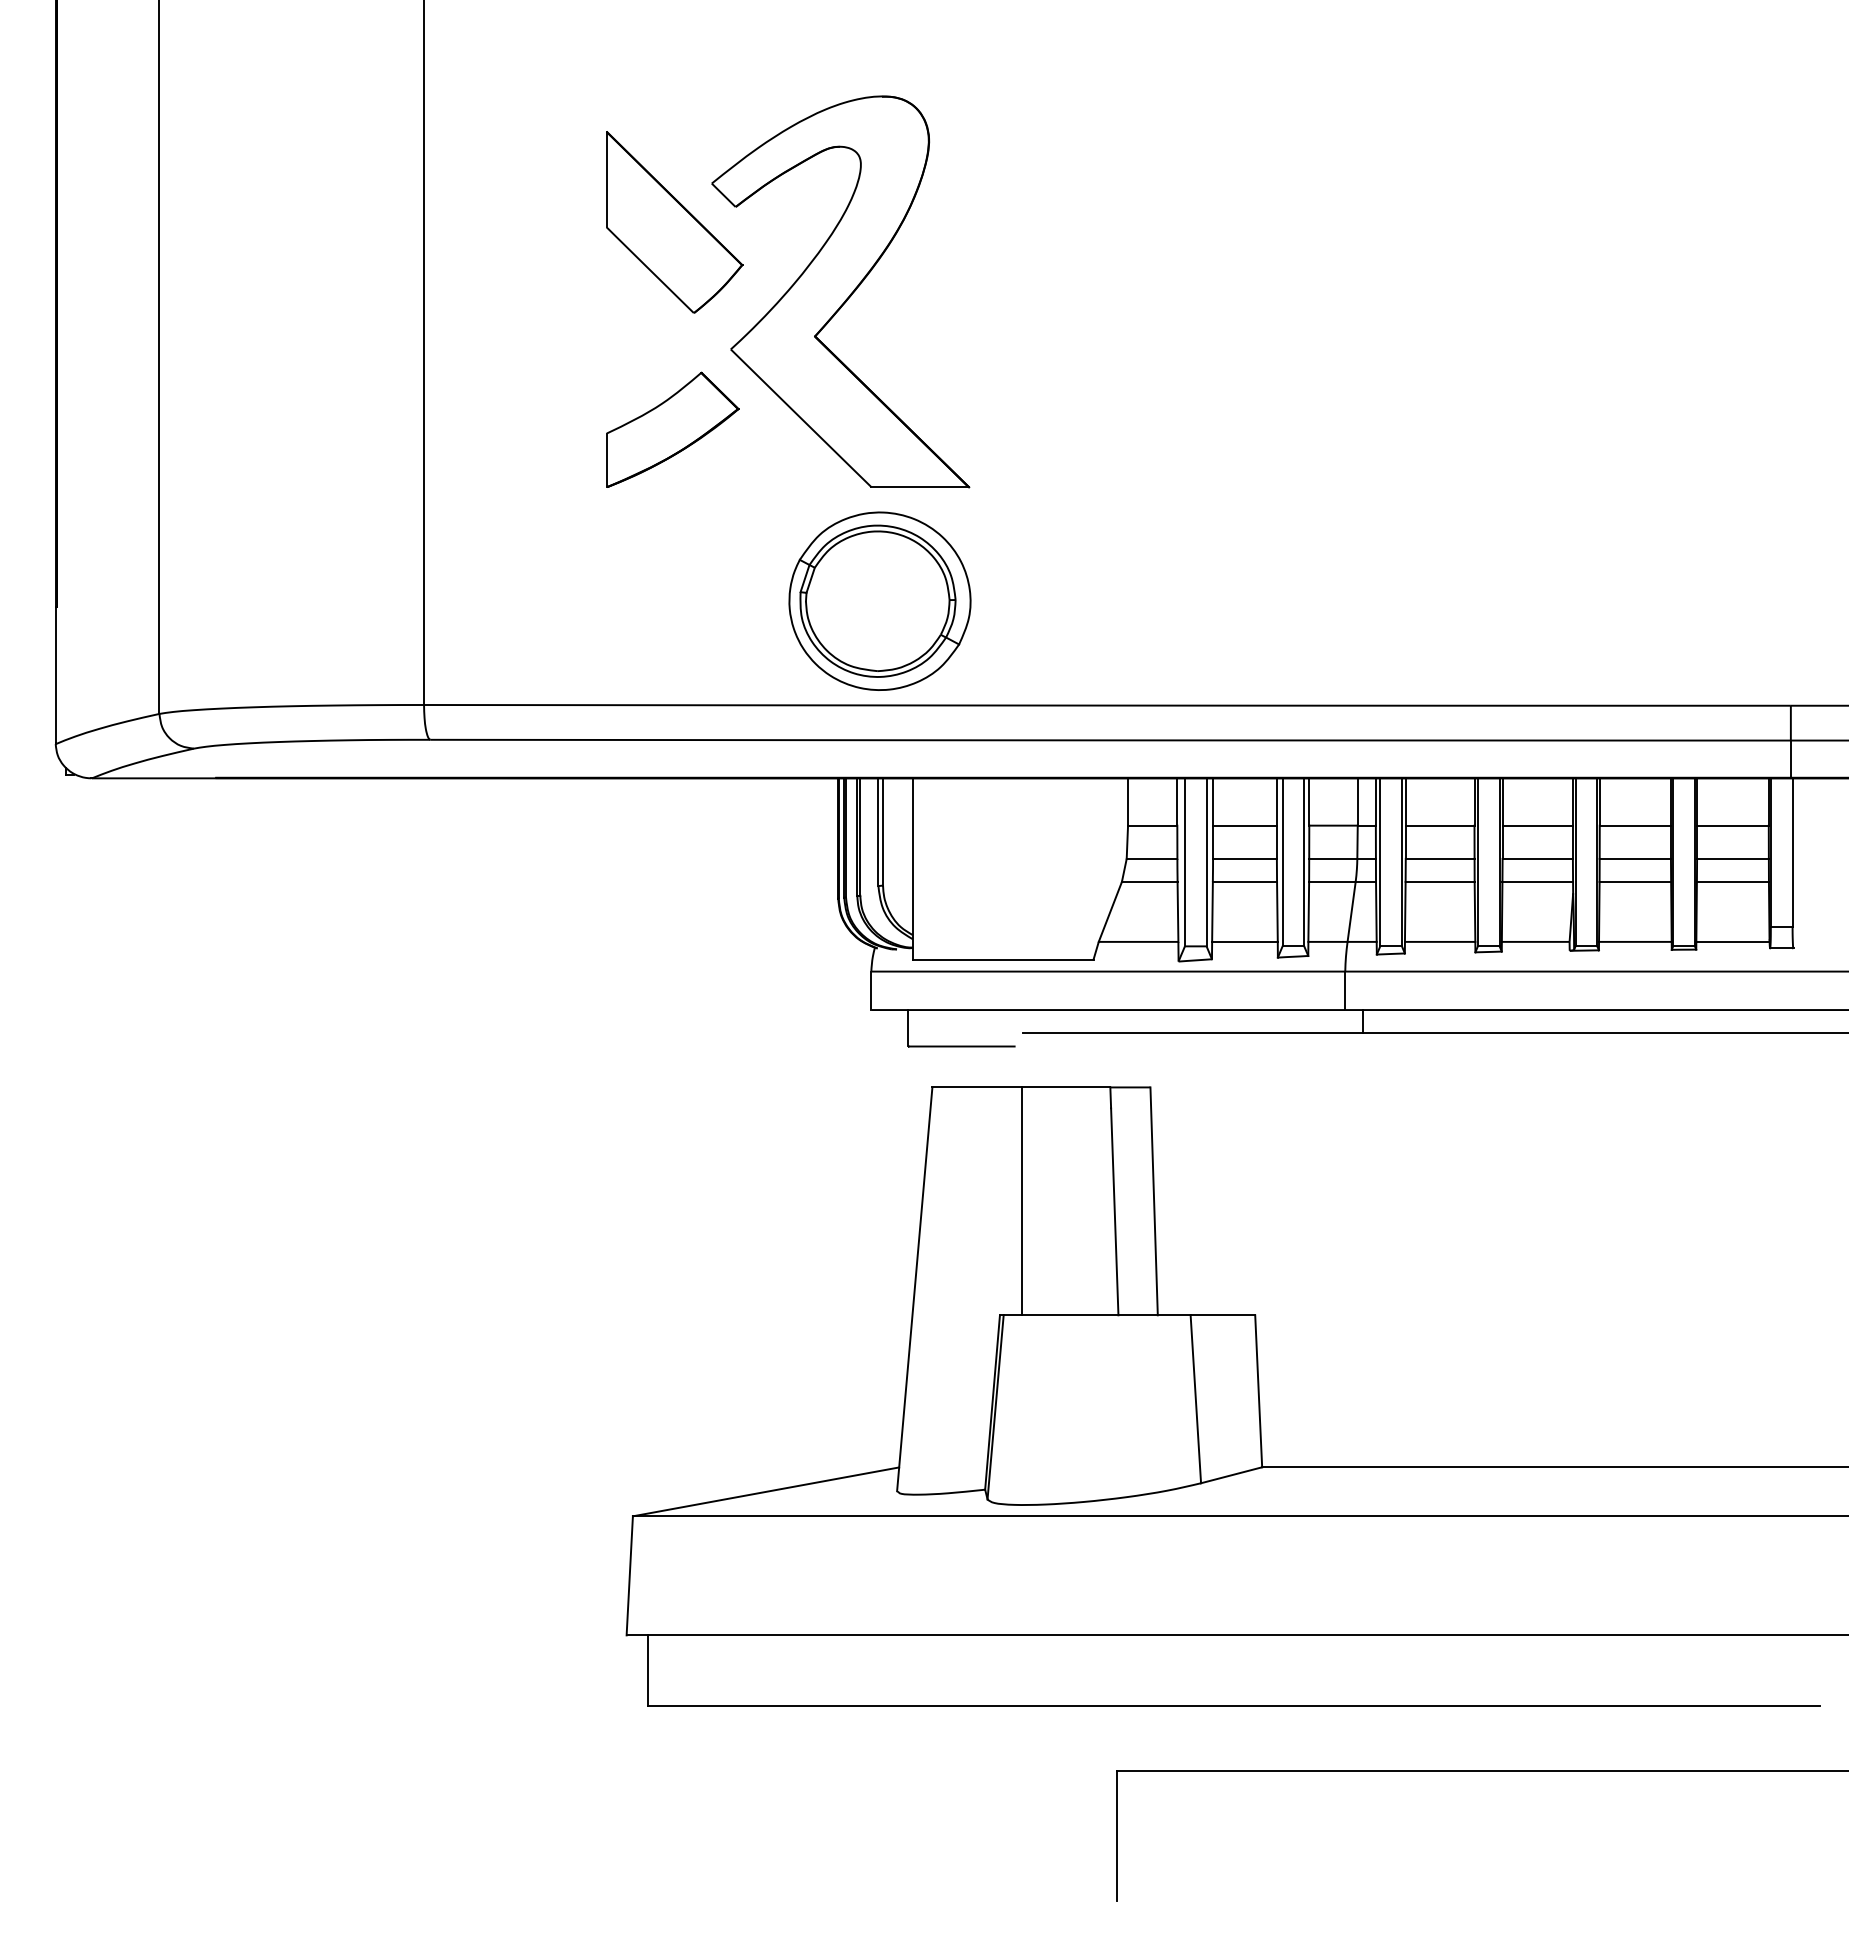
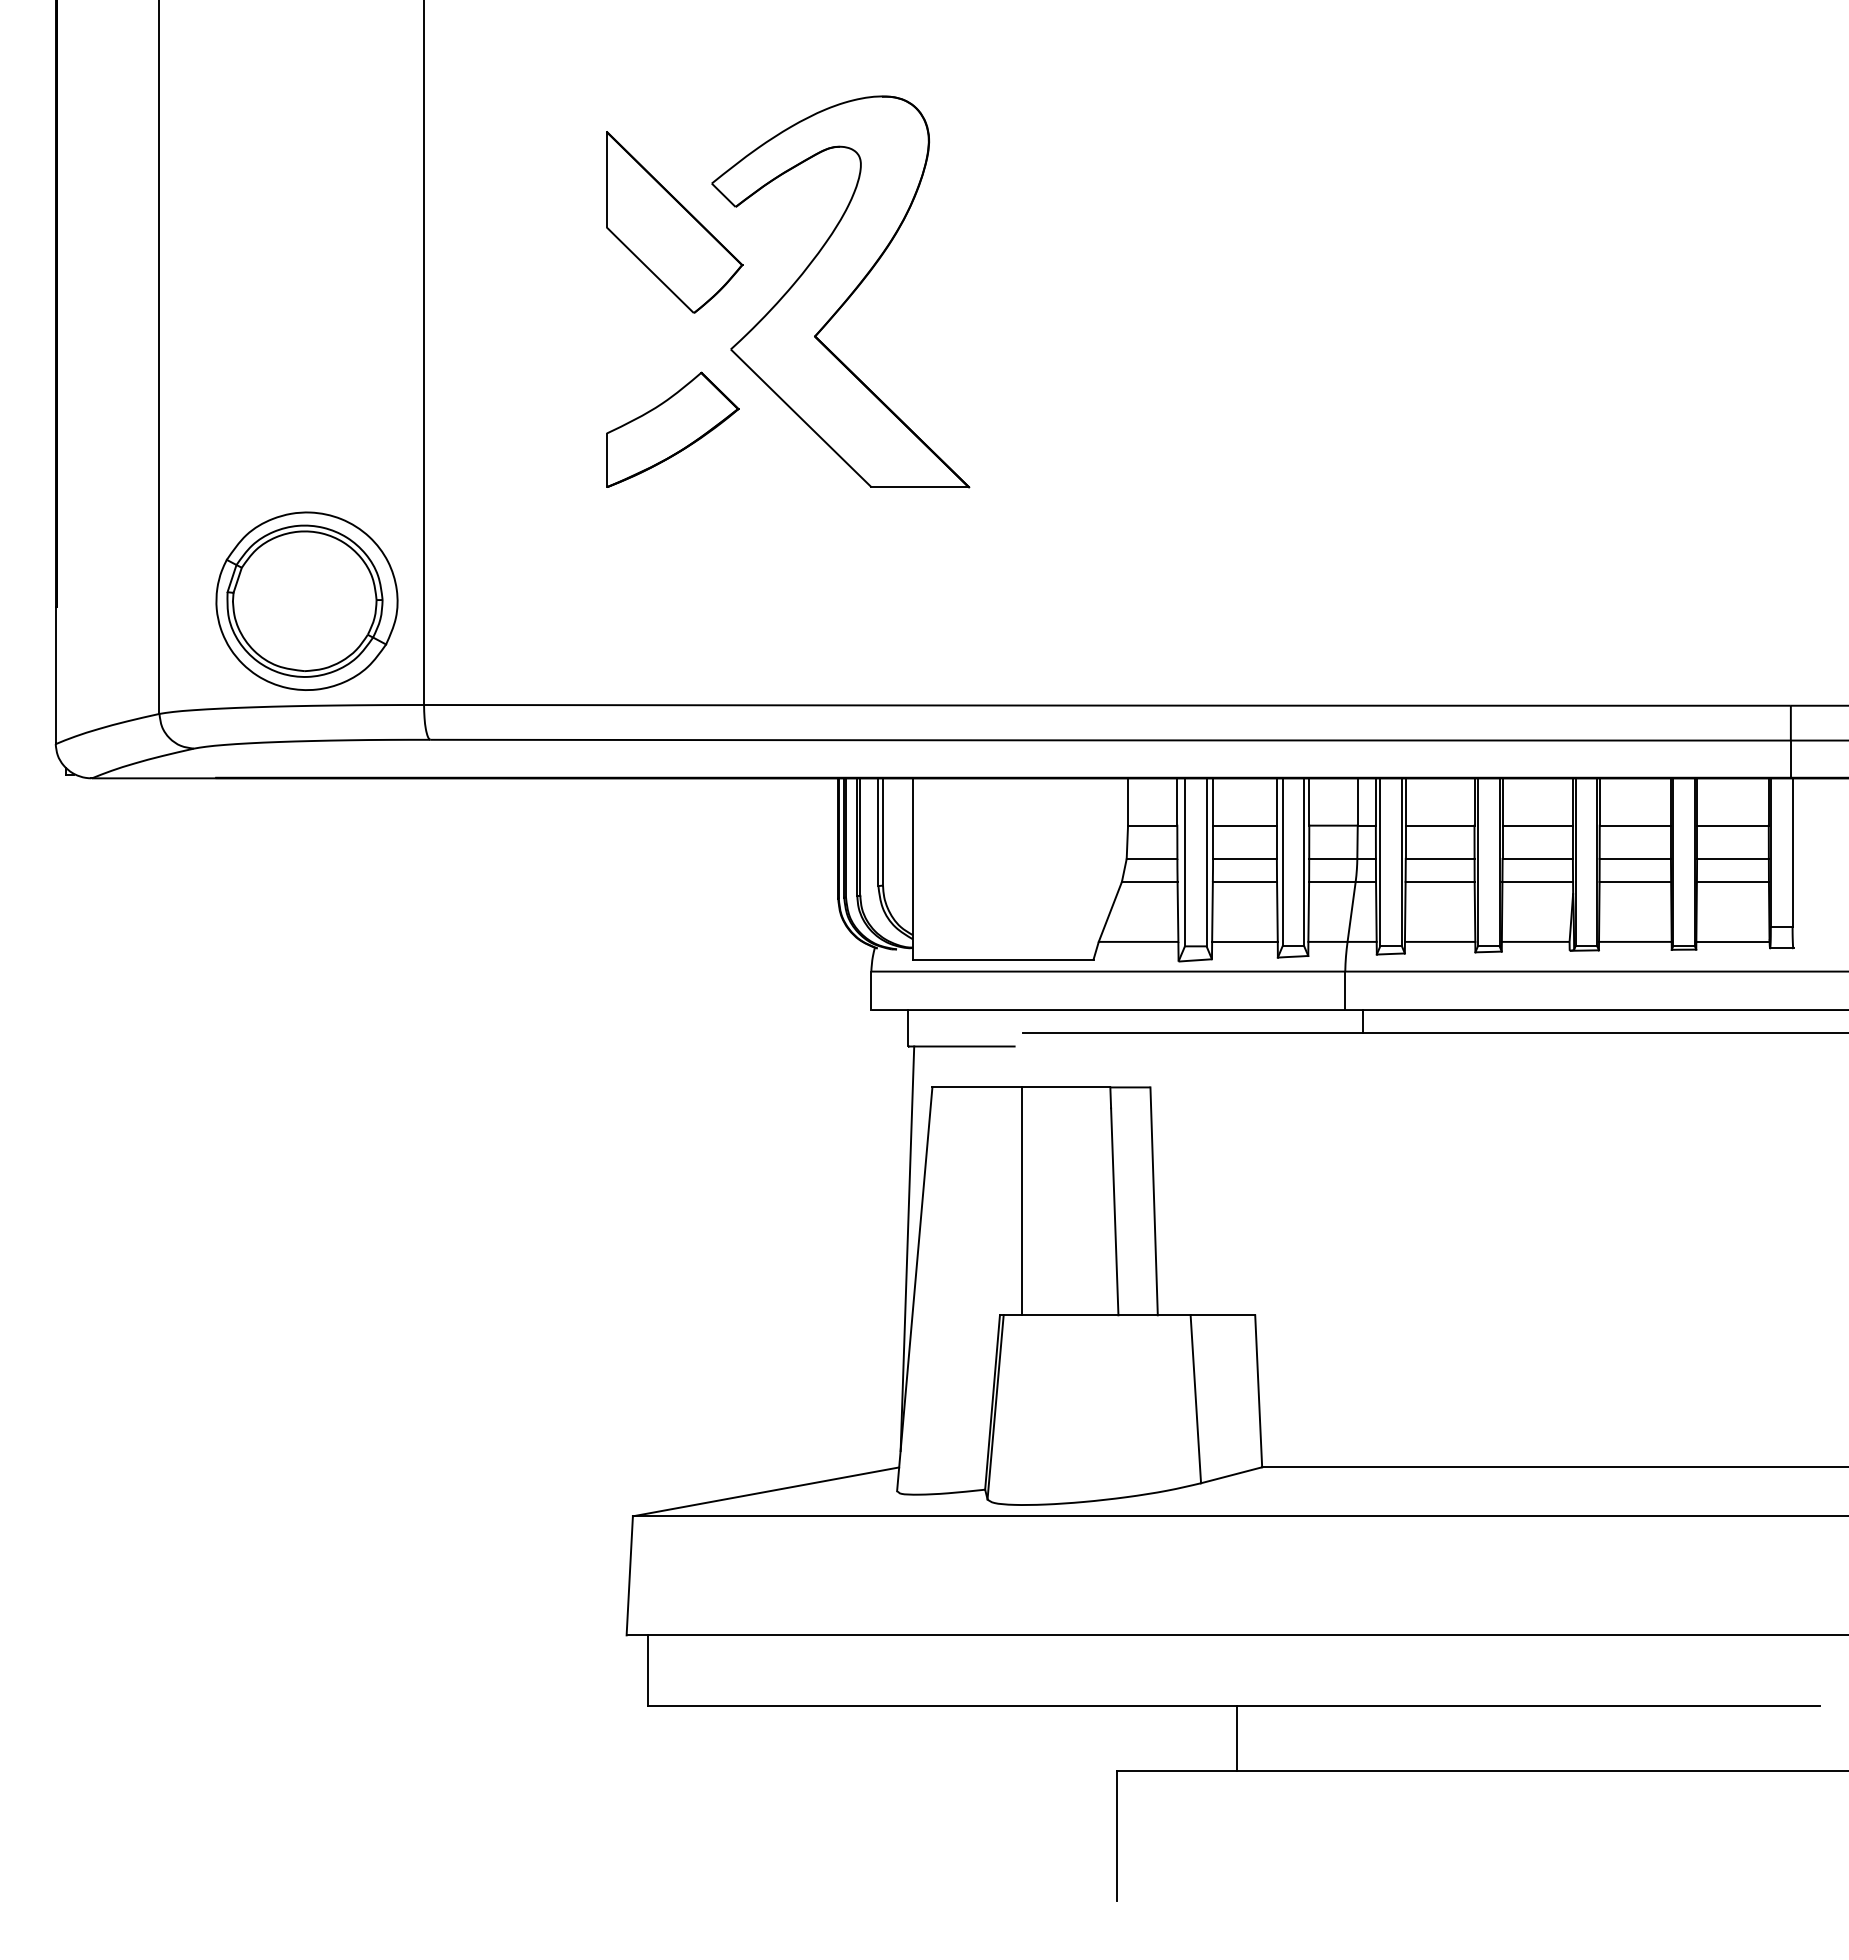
part at (879, 600) position: (879, 600) -> (306, 600)
line at (907, 1248): none -> present
line at (1236, 1738): none -> present
